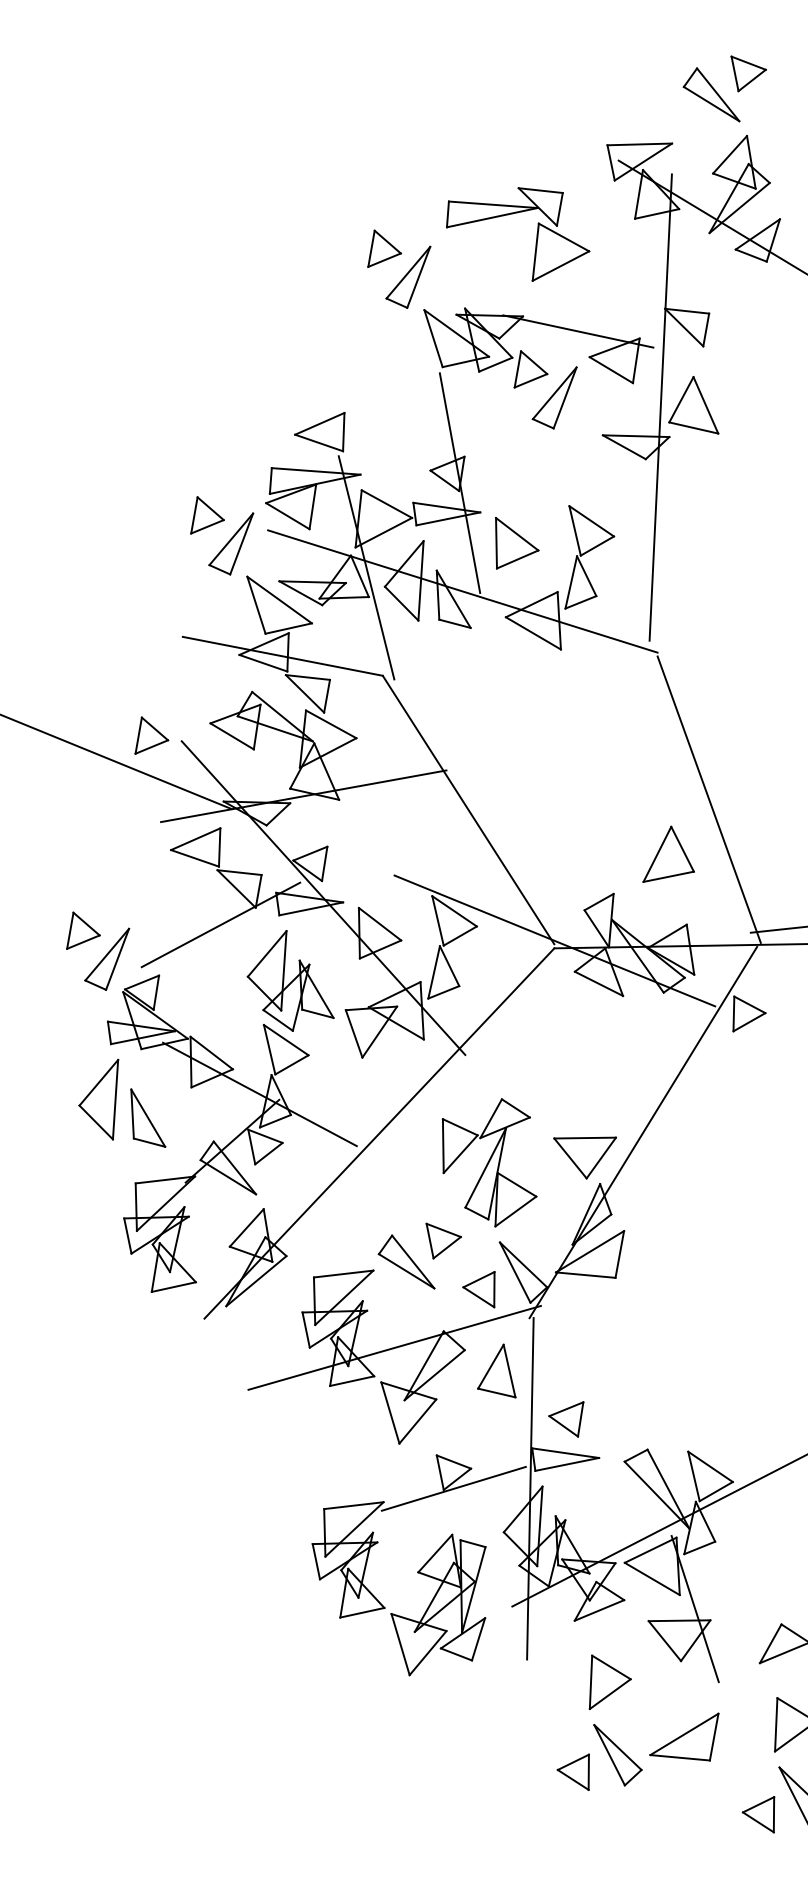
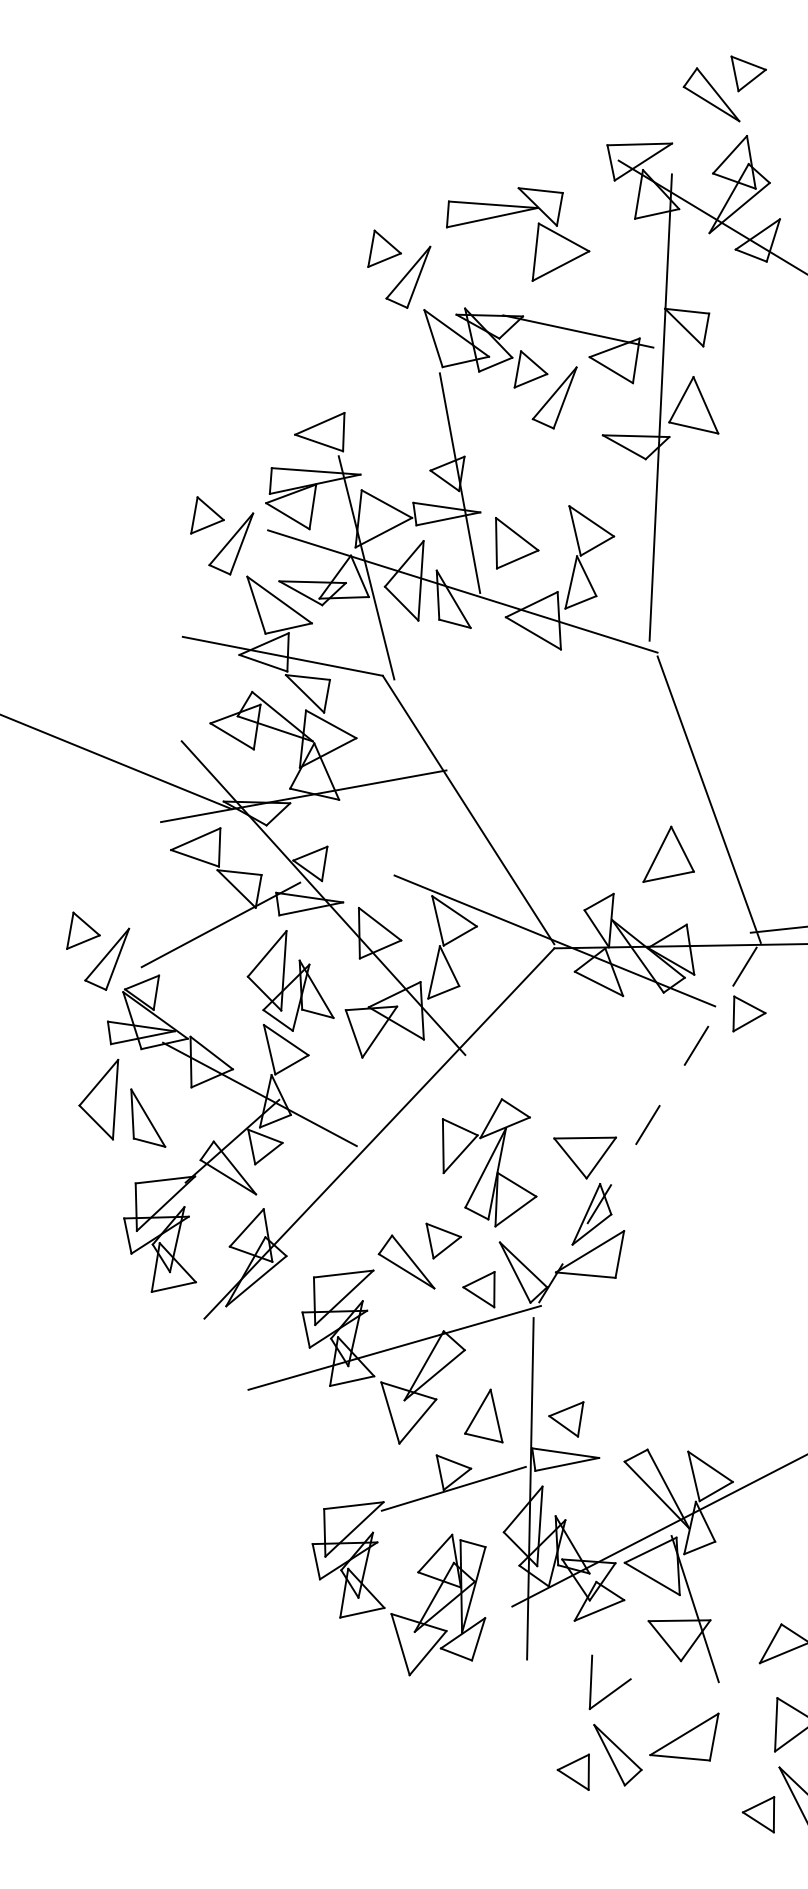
part at (151, 735): present -> none
line at (643, 1132): solid -> dashed
part at (496, 1370) position: (496, 1370) -> (483, 1415)
line at (611, 1667): present -> none
